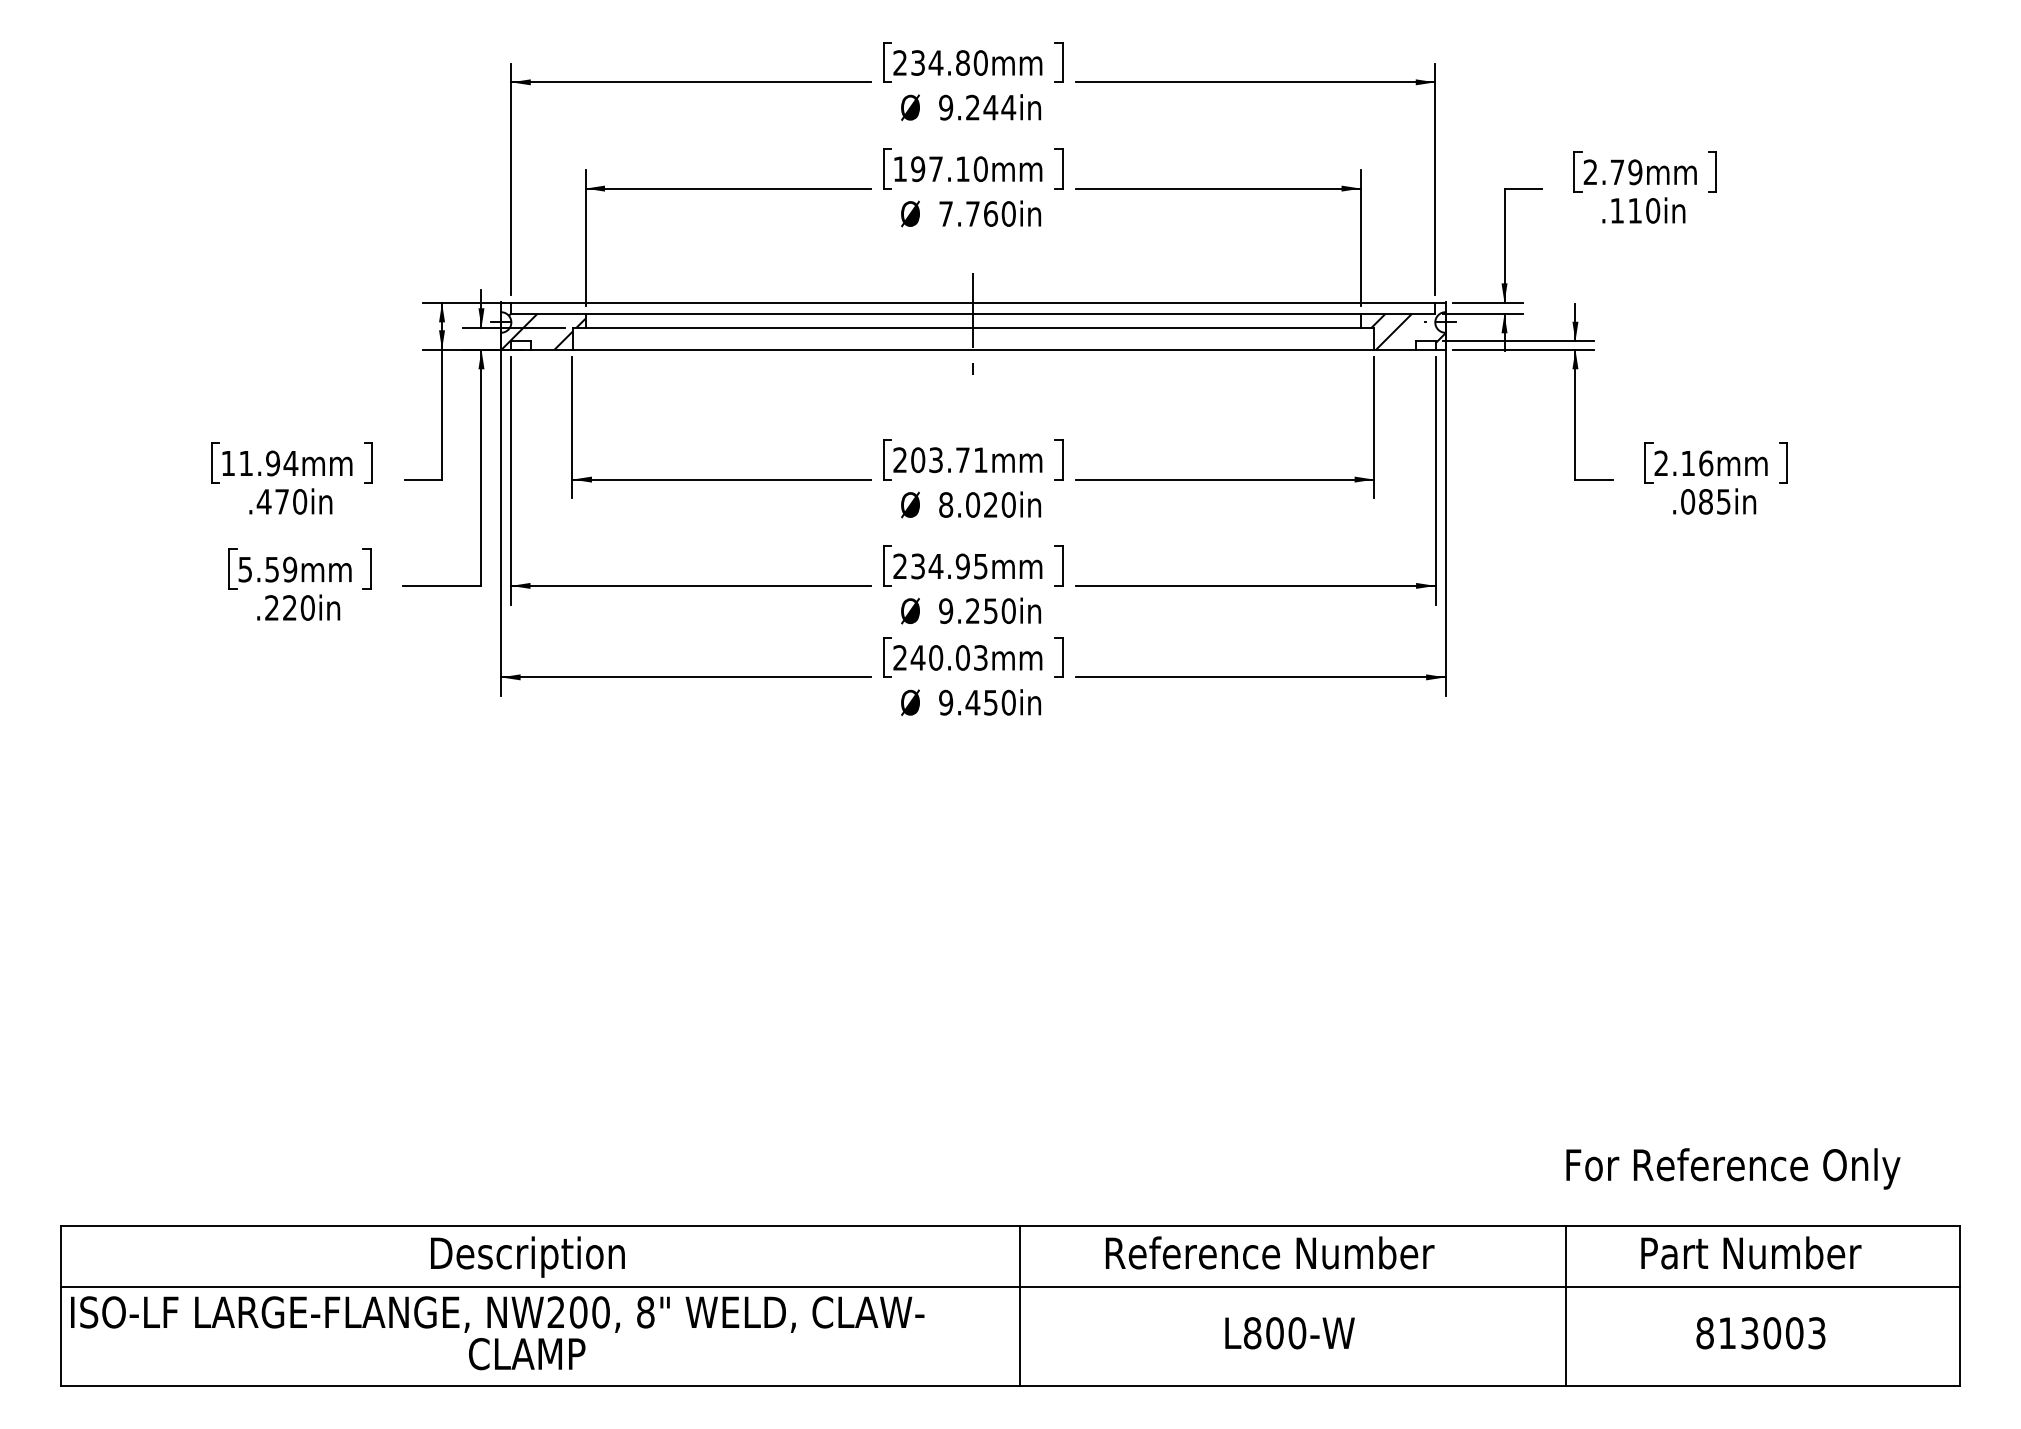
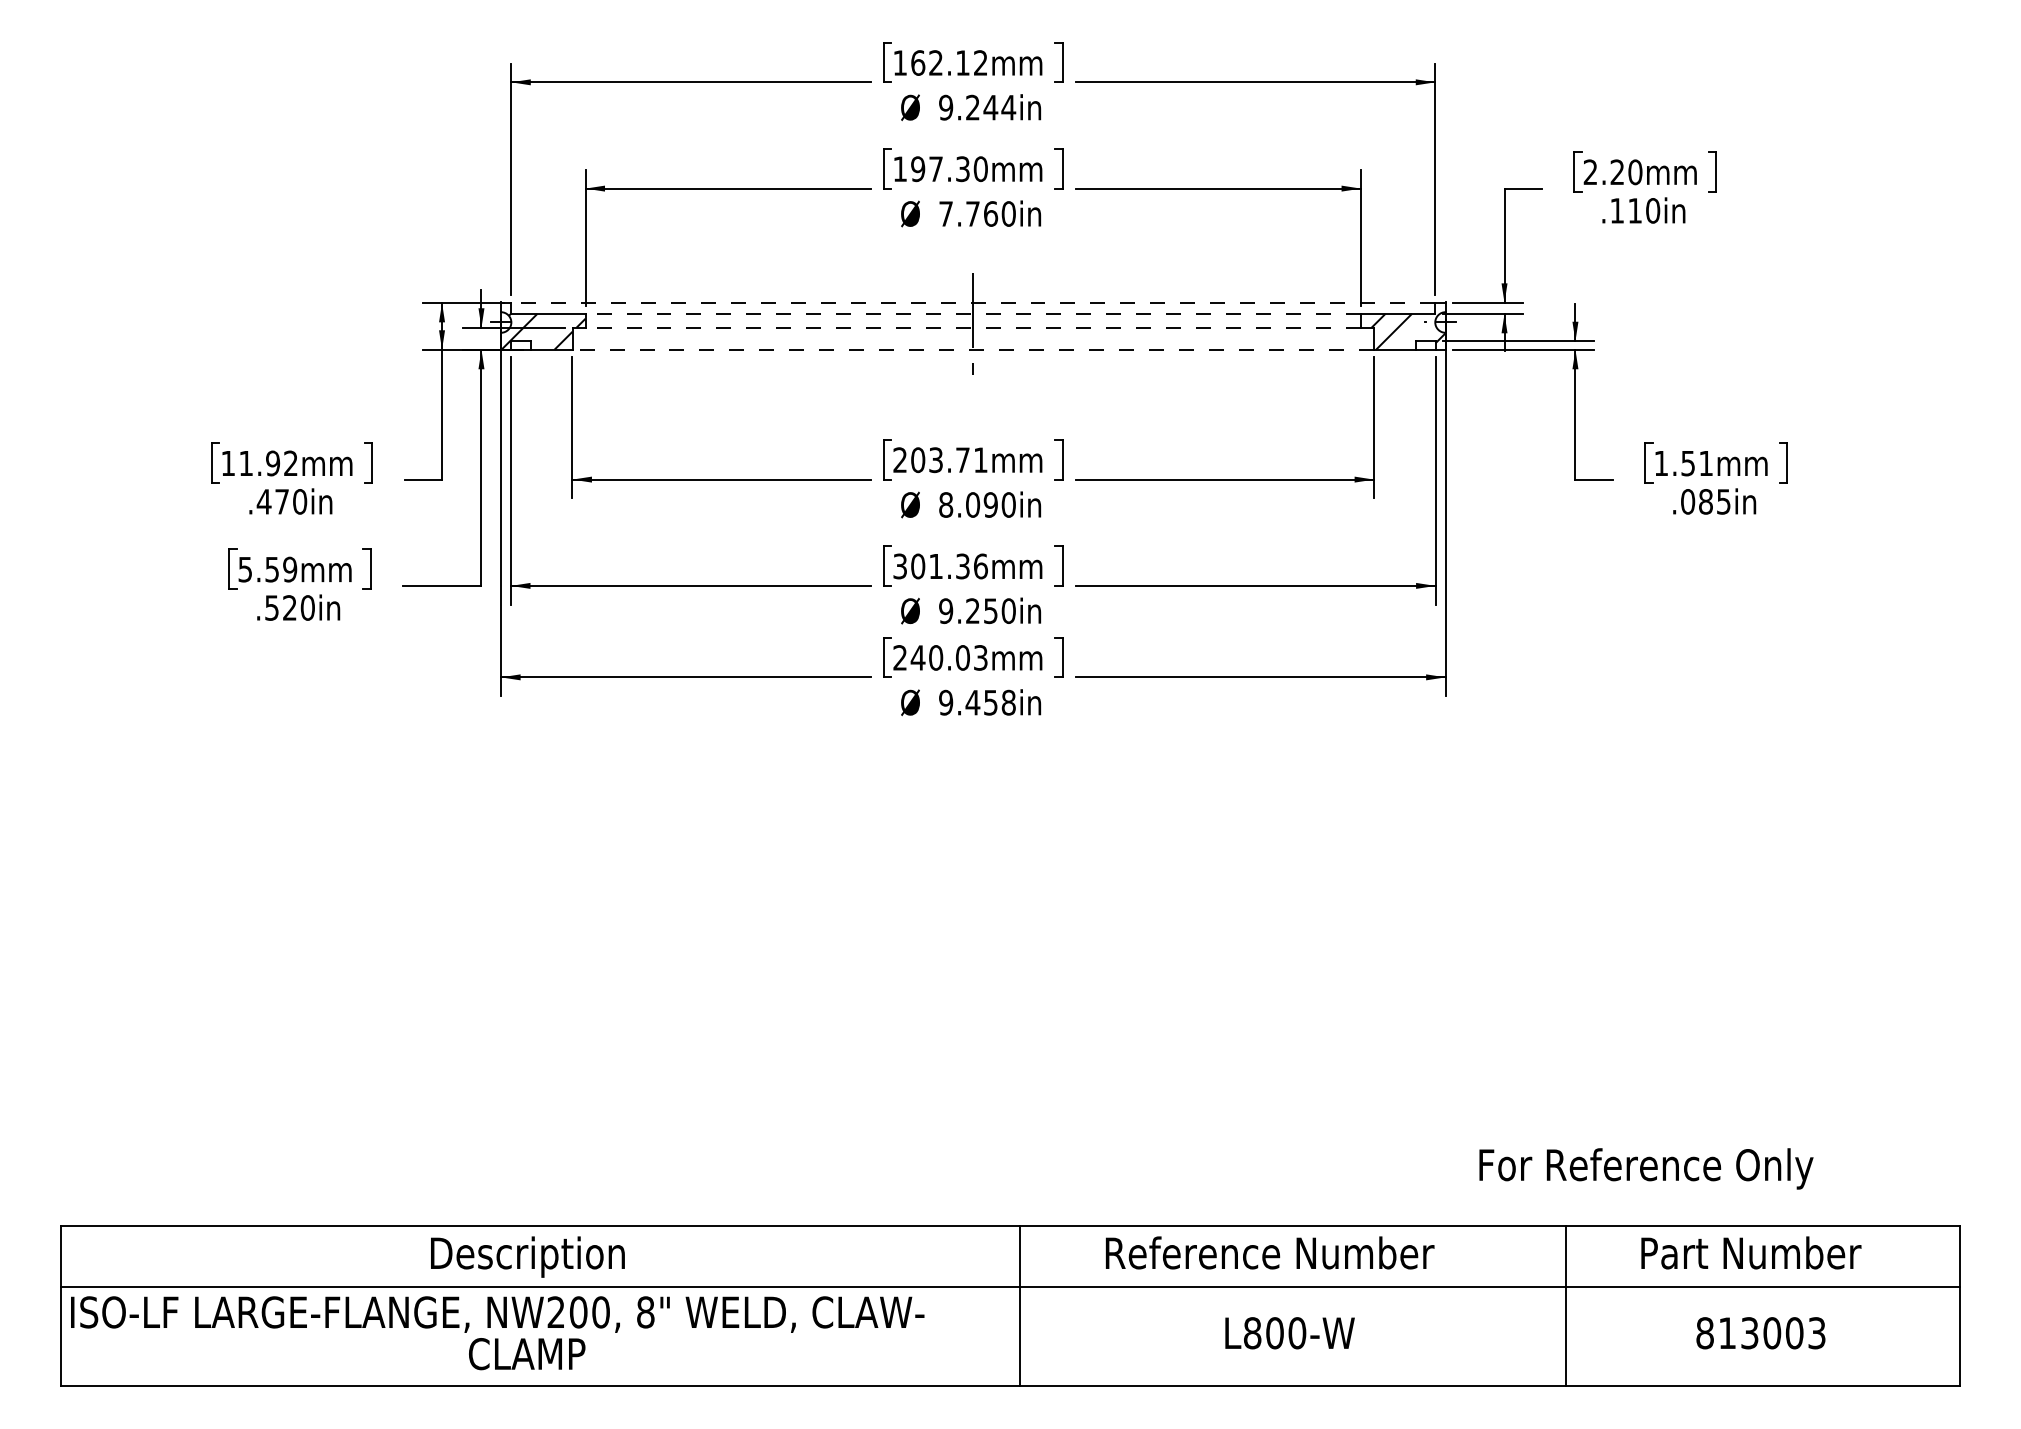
text at (940, 62): 234.80mm -> 162.12mm
text at (962, 169): 197.10mm -> 197.30mm
text at (1626, 172): 2.79mm -> 2.20mm
line at (973, 302): solid -> dashed
line at (973, 313): solid -> dashed
line at (973, 327): solid -> dashed
line at (973, 349): solid -> dashed
text at (290, 462): 11.94mm -> 11.92mm
text at (1683, 463): 2.16mm -> 1.51mm
text at (990, 504): 8.020in -> 8.090in
text at (940, 566): 234.95mm -> 301.36mm
text at (271, 607): .220in -> .520in
text at (1008, 702): 9.450in -> 9.458in
text at (1733, 1168) position: (1733, 1168) -> (1646, 1168)
